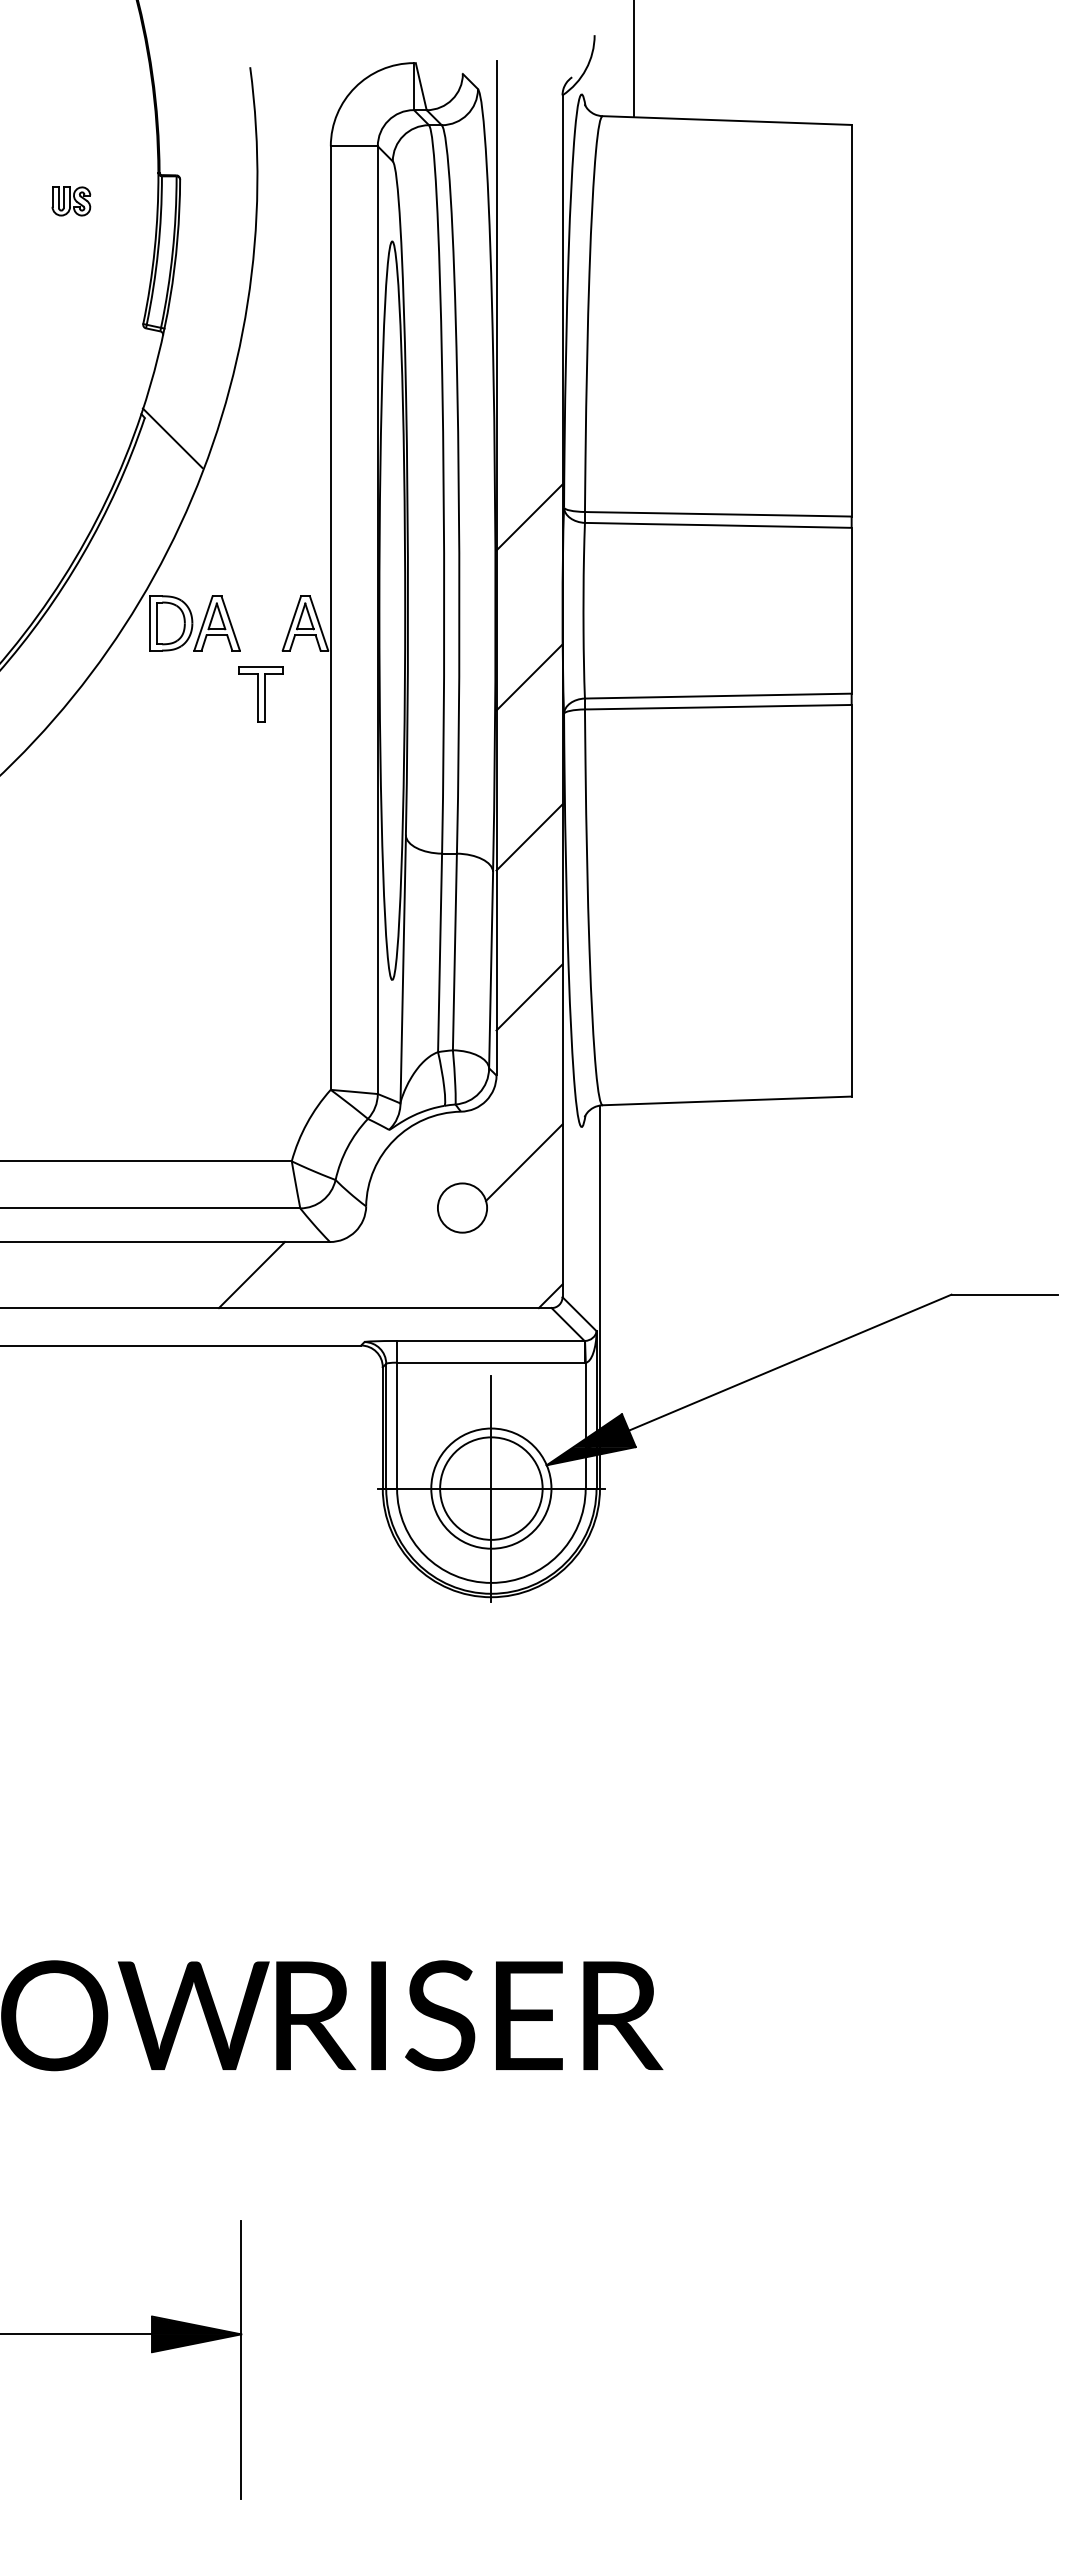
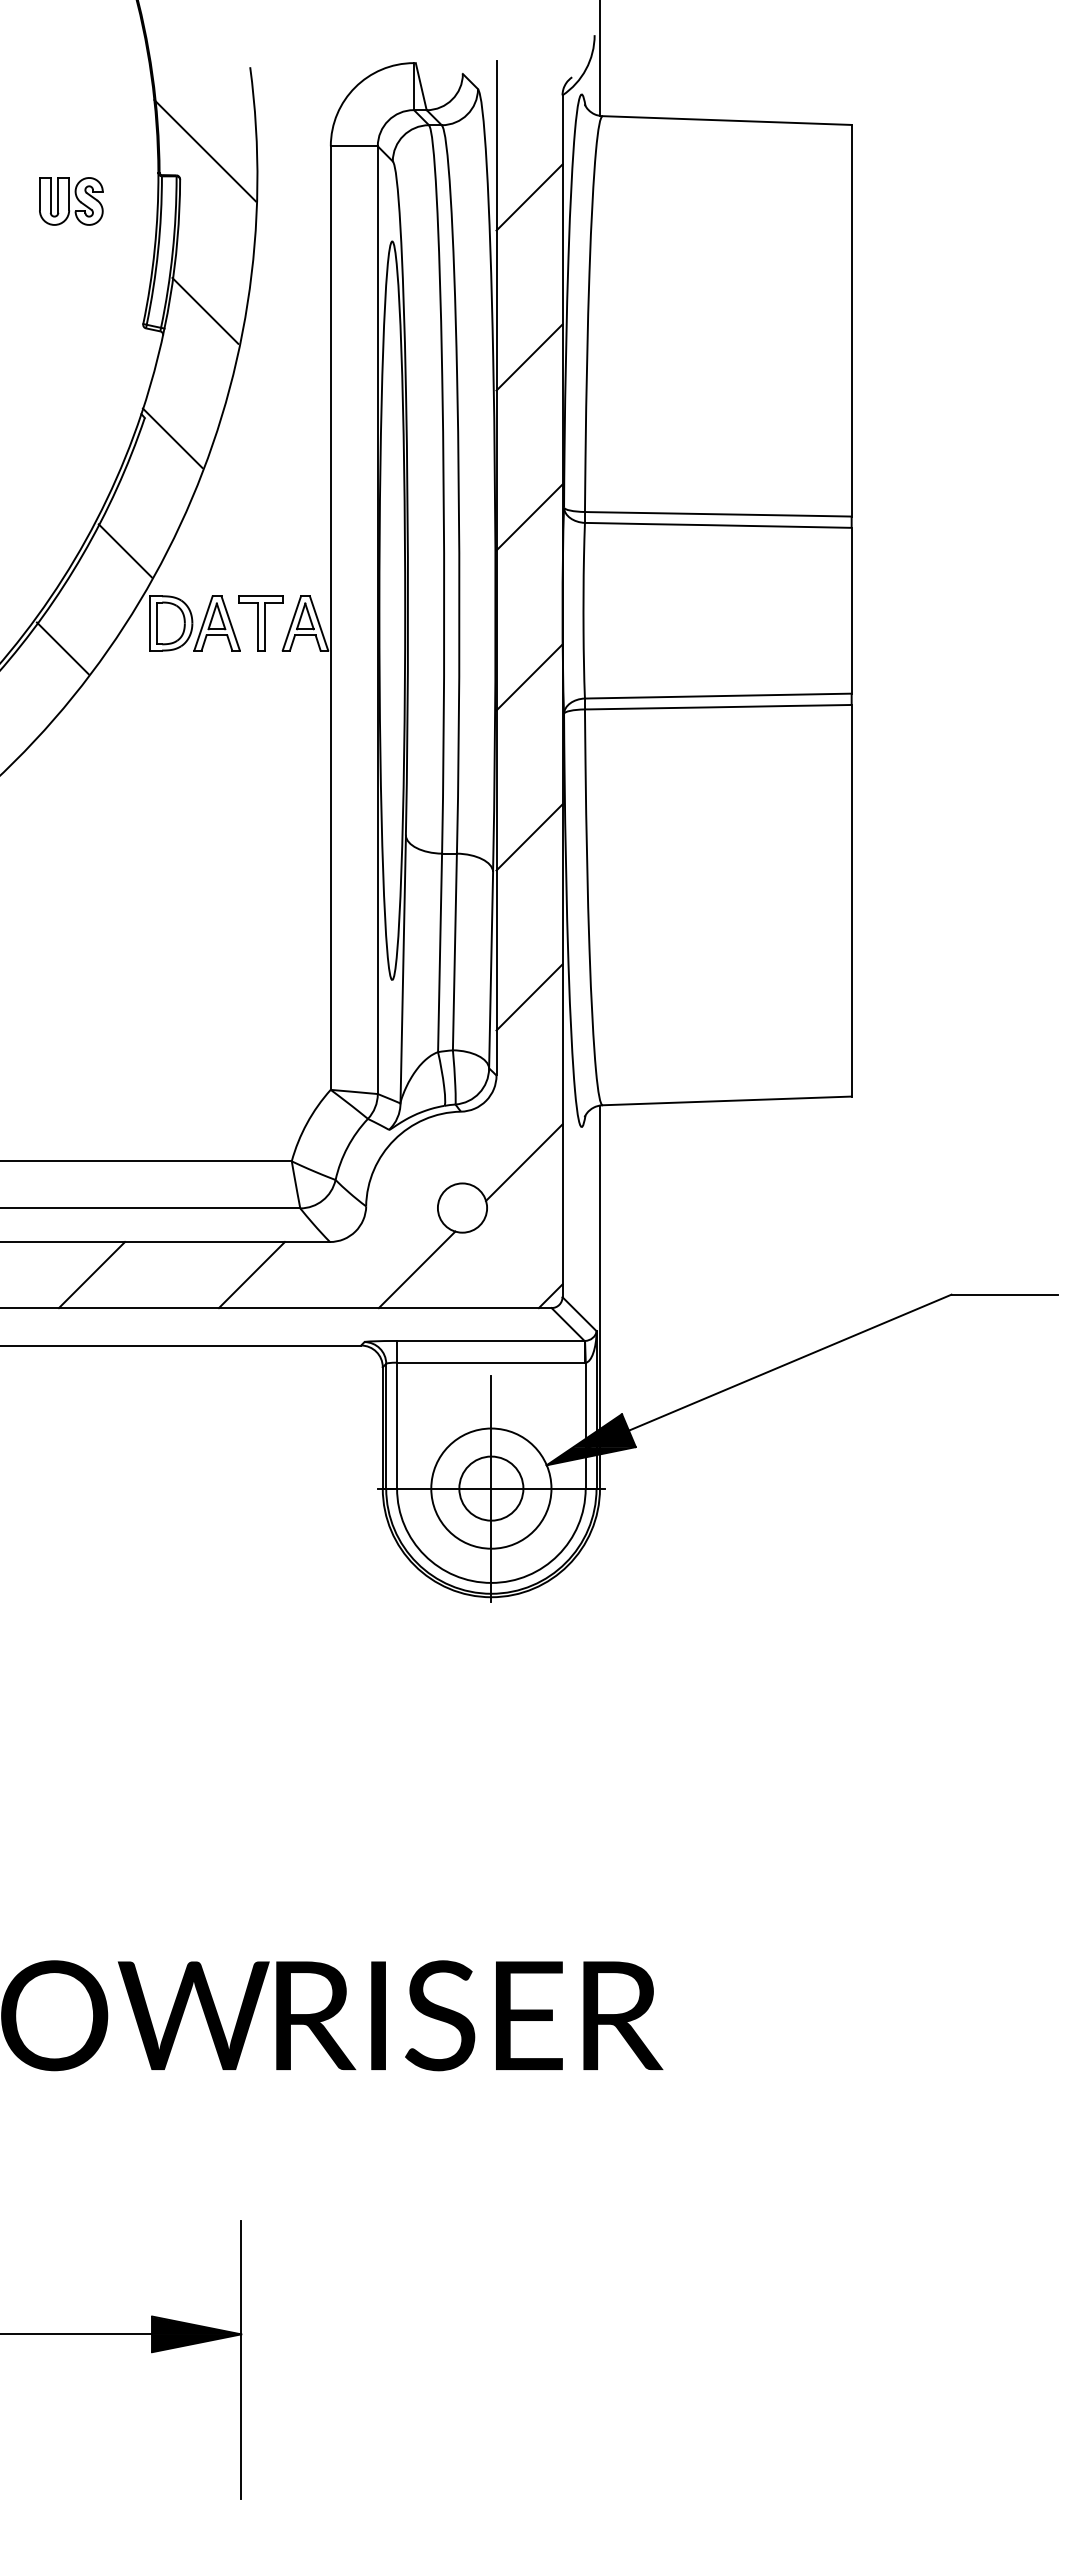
line at (633, 58) position: (633, 58) -> (599, 58)
line at (204, 150): none -> present
line at (529, 197): none -> present
part at (71, 201) size: 41x31 px -> 65x49 px
line at (205, 310): none -> present
line at (529, 357): none -> present
line at (124, 550): none -> present
line at (62, 648): none -> present
part at (260, 694) position: (260, 694) -> (260, 623)
line at (416, 1269): none -> present
line at (91, 1275): none -> present
circle at (491, 1488) diameter: 103 px -> 64 px
